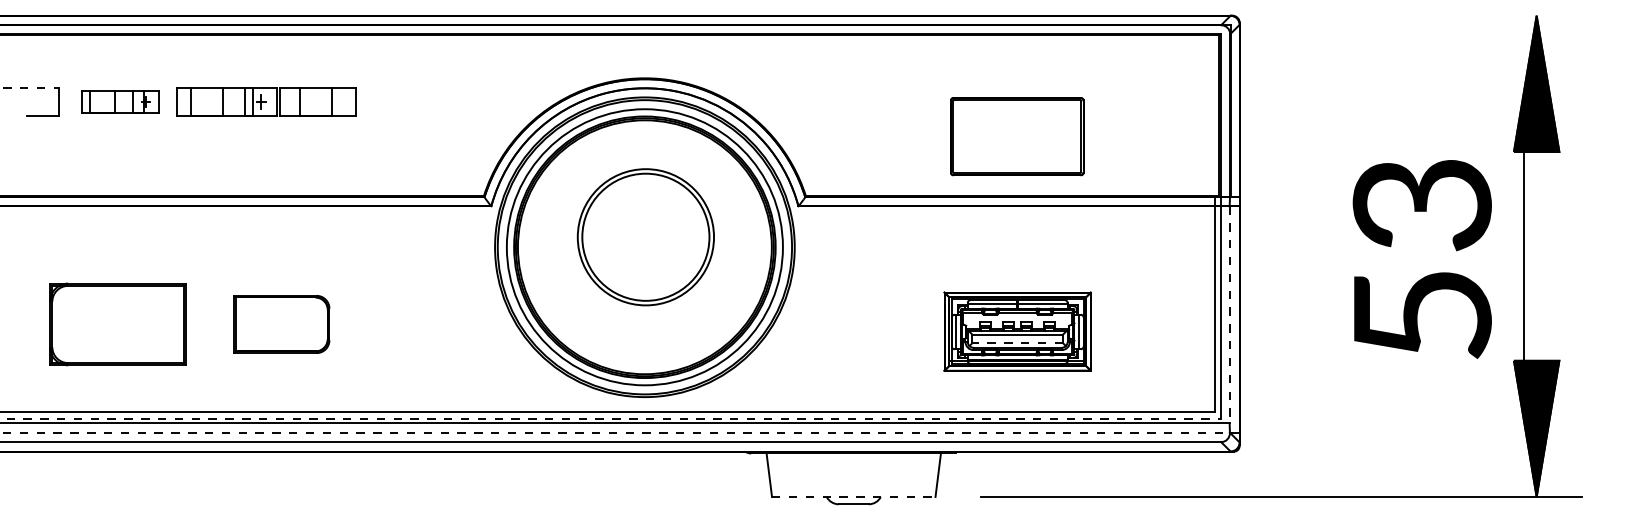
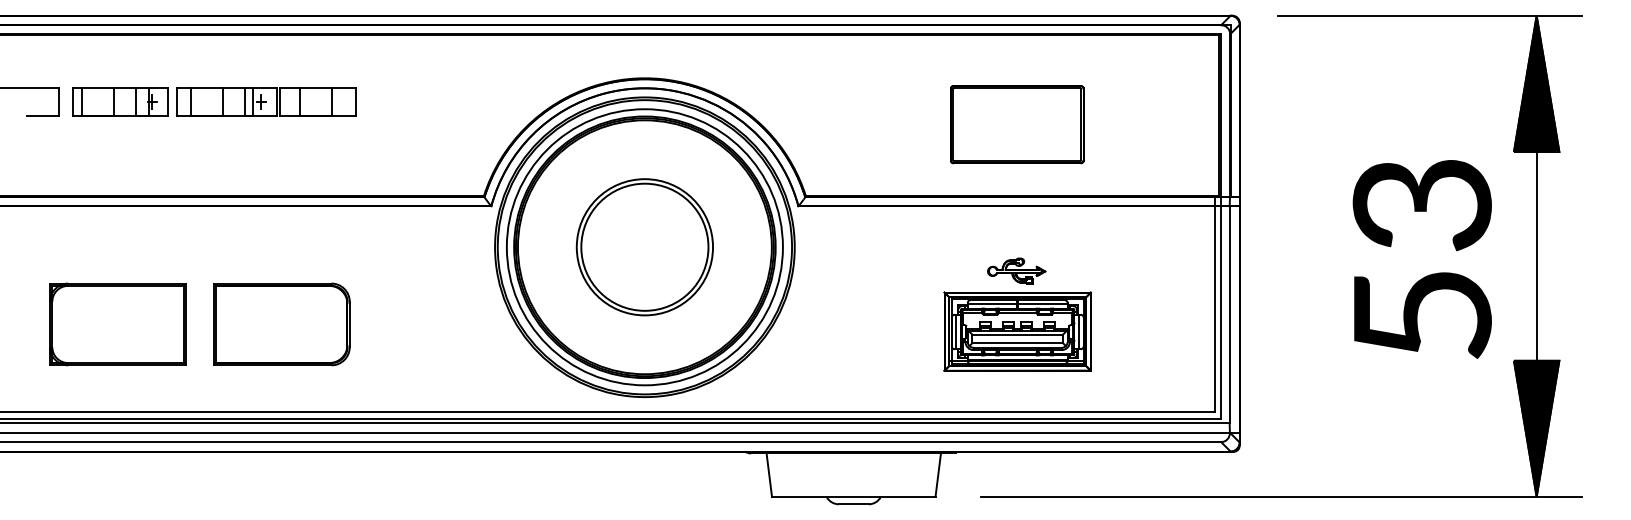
line at (1429, 15): none -> present
line at (30, 88): dashed -> solid
part at (120, 101) size: 79x24 px -> 97x30 px
part at (1017, 136) position: (1017, 136) -> (1017, 124)
part at (645, 237) position: (645, 237) -> (644, 247)
line at (1523, 255) position: (1523, 255) -> (1536, 255)
part at (1016, 270): none -> present
line at (1229, 315): dashed -> solid
part at (281, 324) size: 98x59 px -> 138x85 px
line at (1017, 343): dashed -> solid
line at (611, 418): dashed -> solid
line at (619, 433): dashed -> solid
line at (853, 497): dashed -> solid
